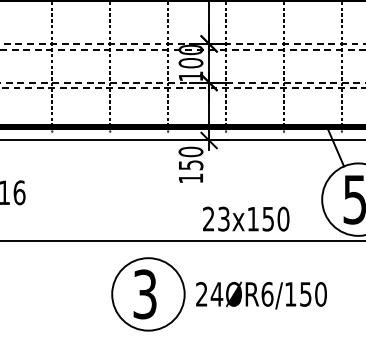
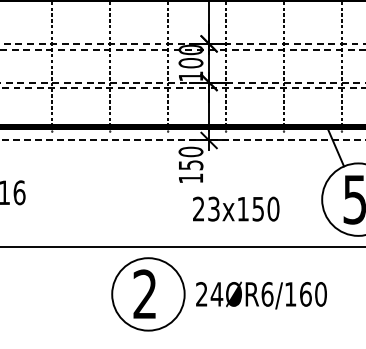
line at (182, 140): solid -> dashed
text at (246, 218) position: (246, 218) -> (236, 208)
line at (182, 240) position: (182, 240) -> (182, 246)
text at (144, 294): 3 -> 2
text at (305, 294): 24ØR6/150 -> 24ØR6/160
